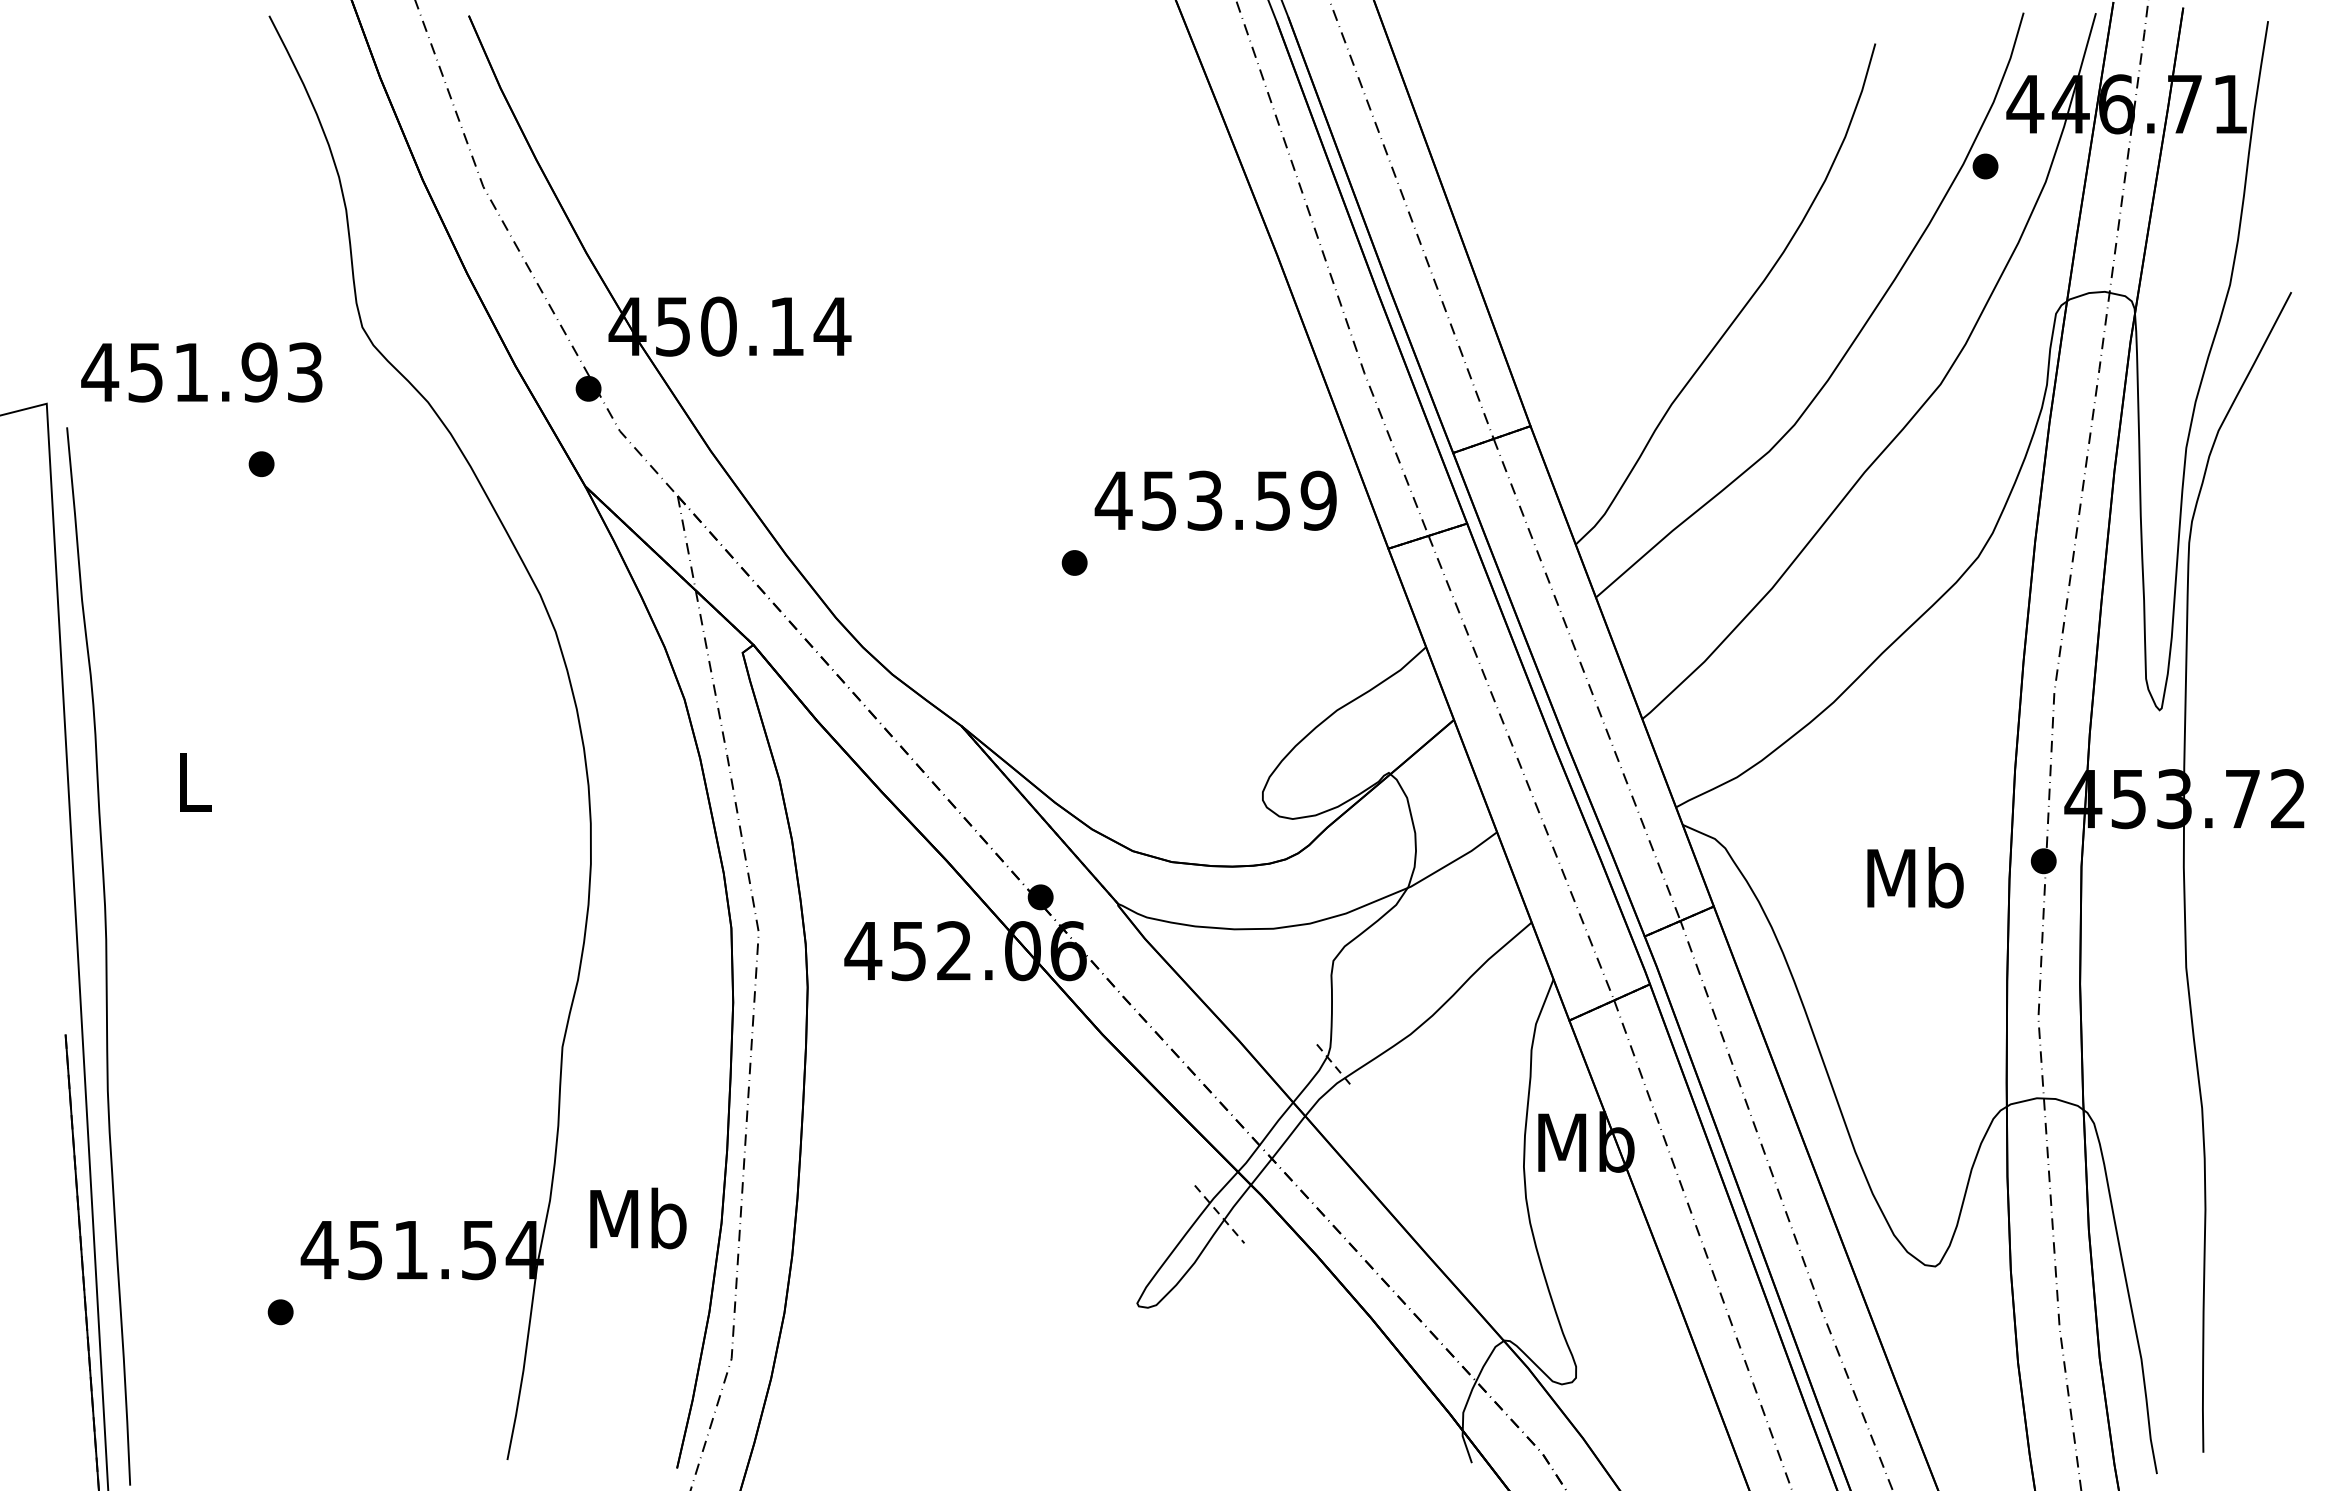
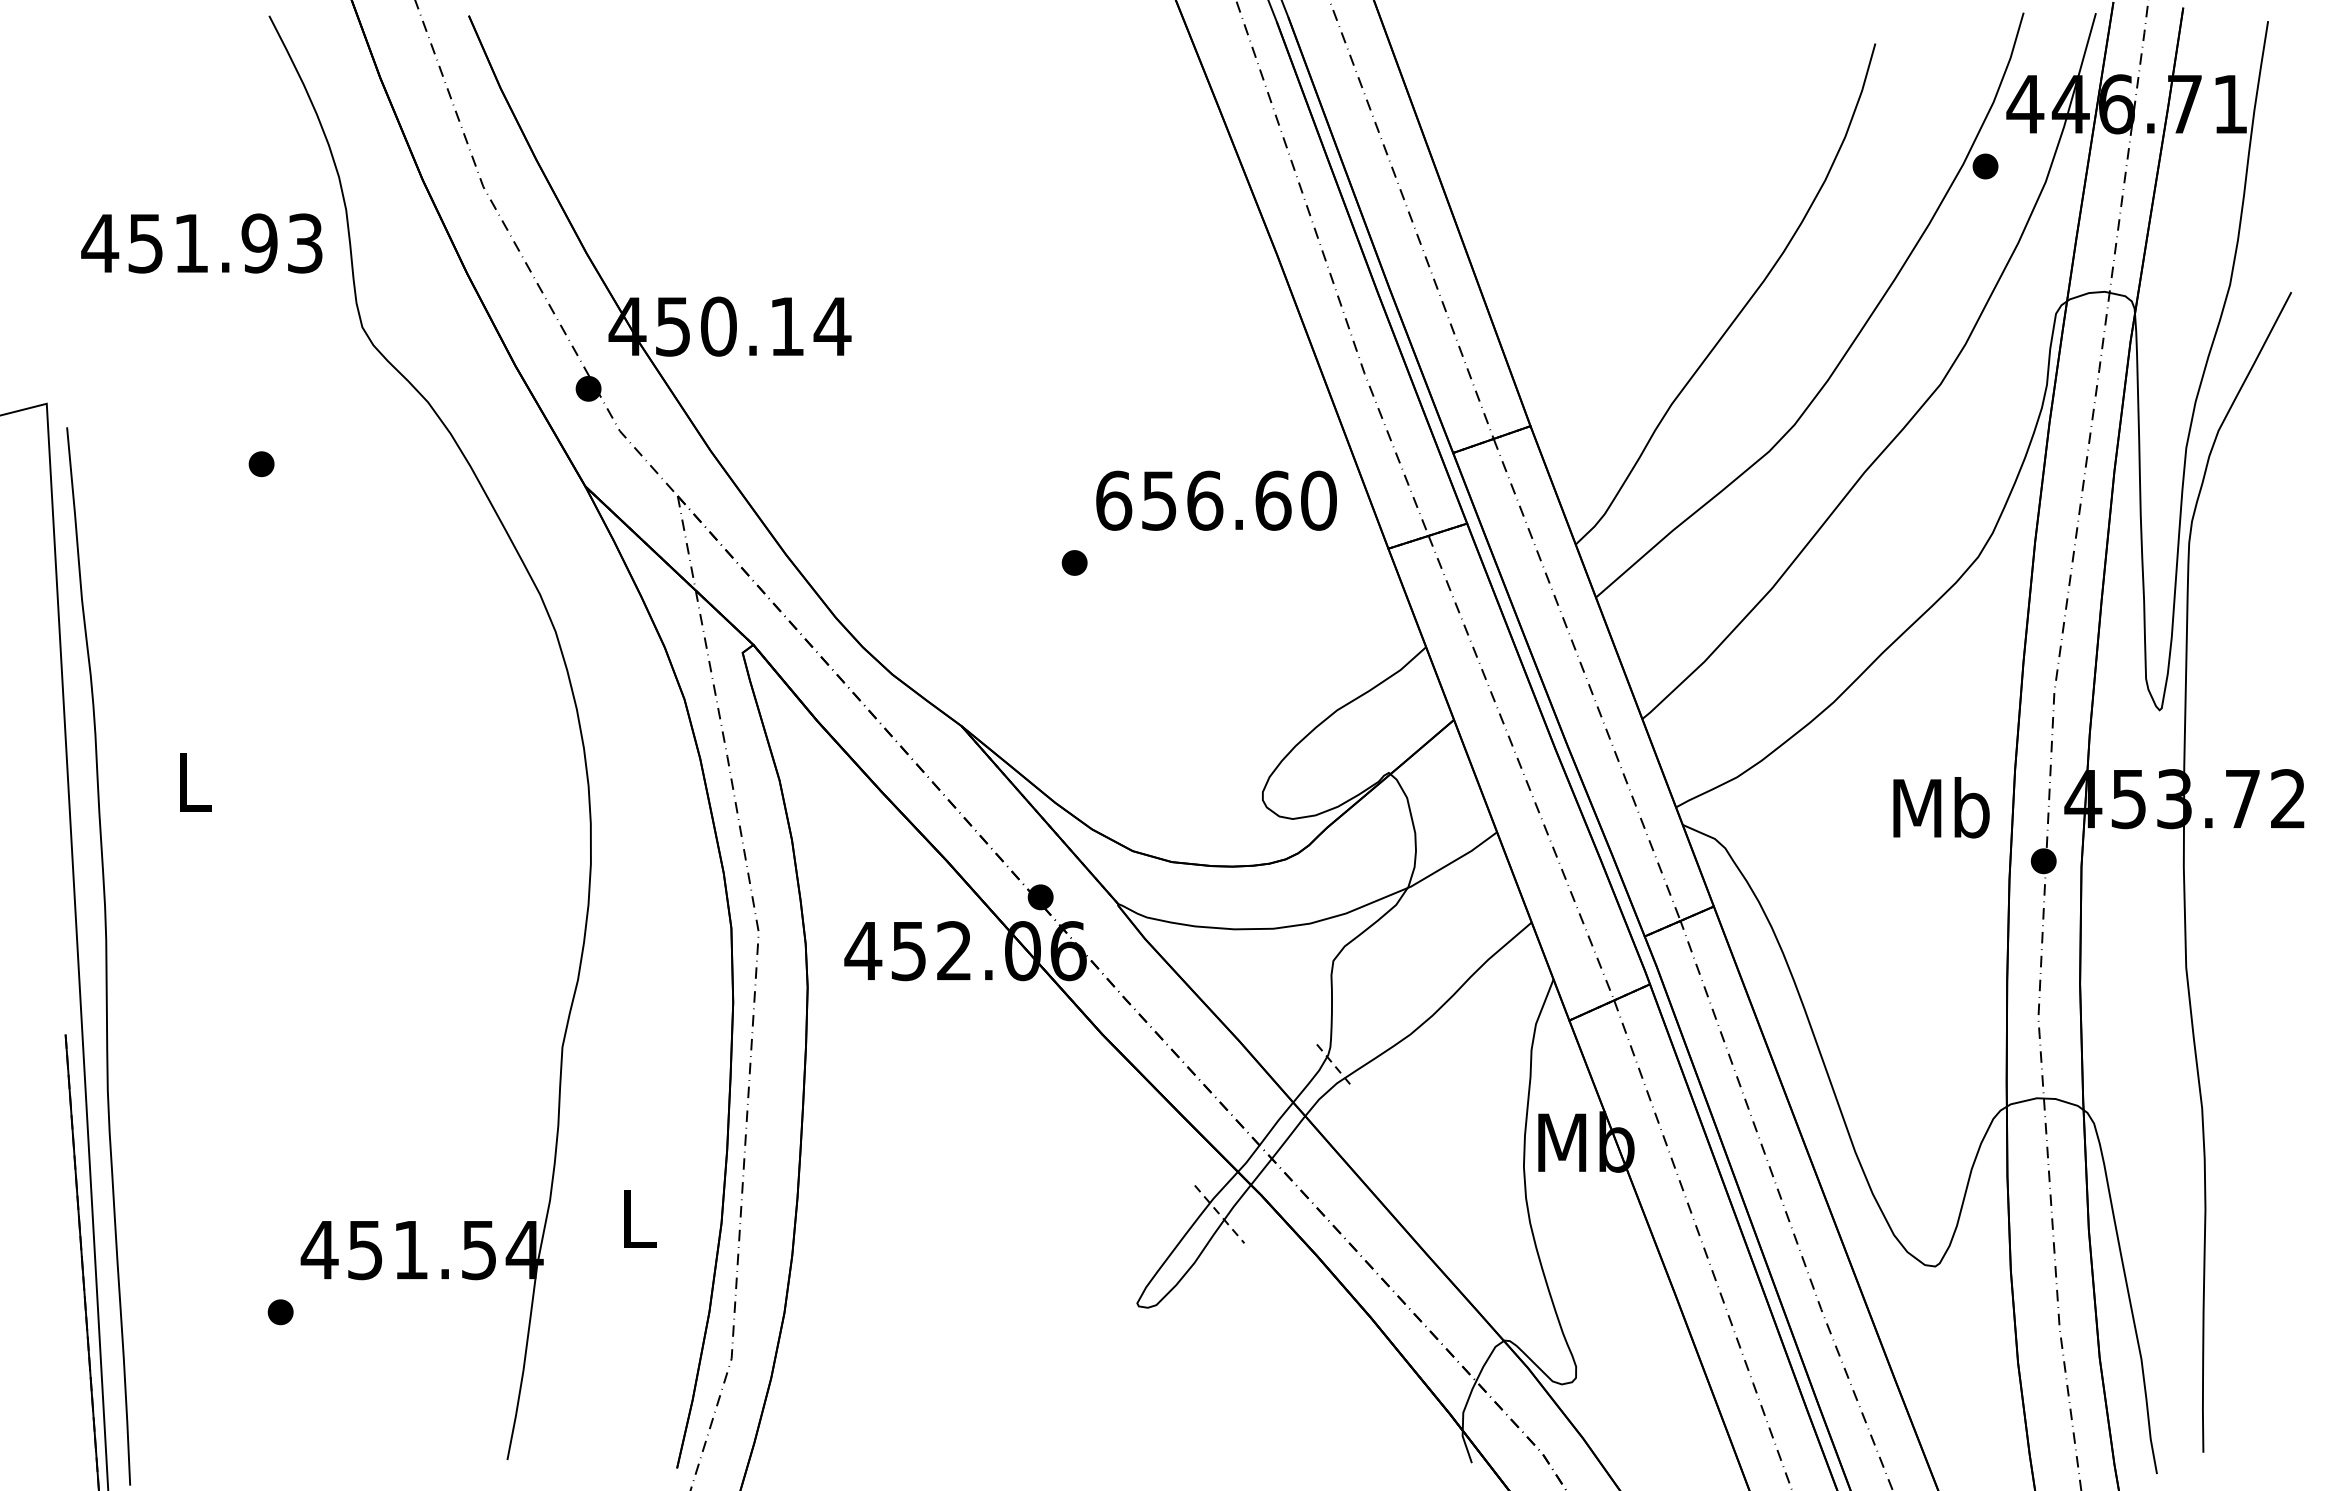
text at (201, 372) position: (201, 372) -> (201, 243)
text at (1215, 500): 453.59 -> 656.60
text at (1915, 877) position: (1915, 877) -> (1941, 807)
text at (638, 1218): Mb -> L
